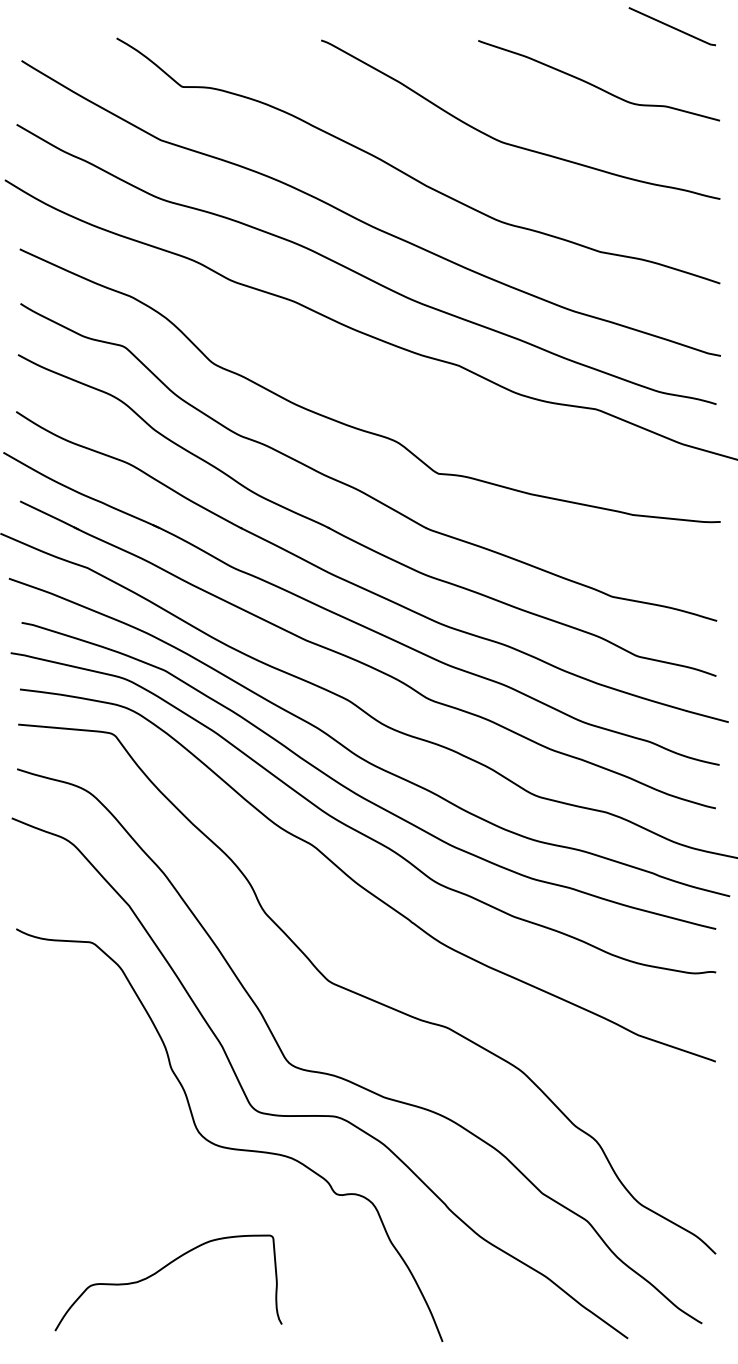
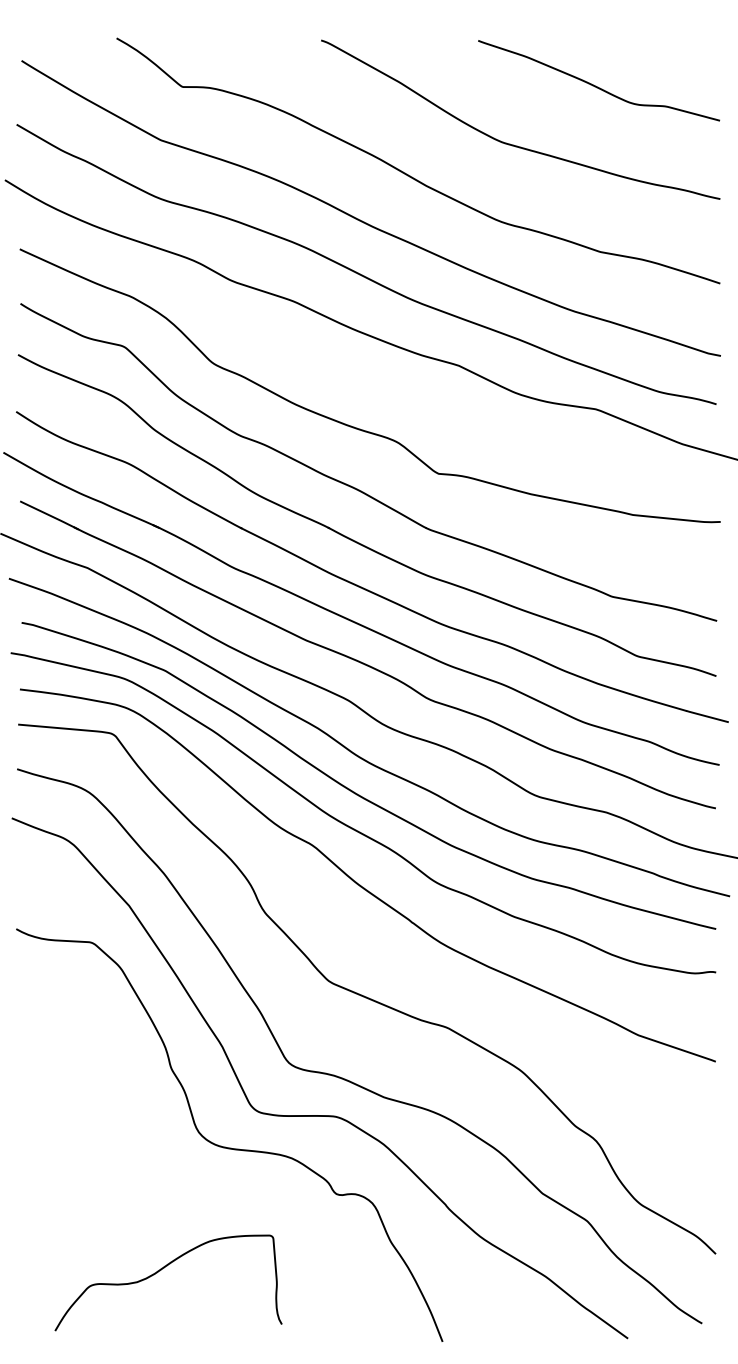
line at (671, 26): present -> none
